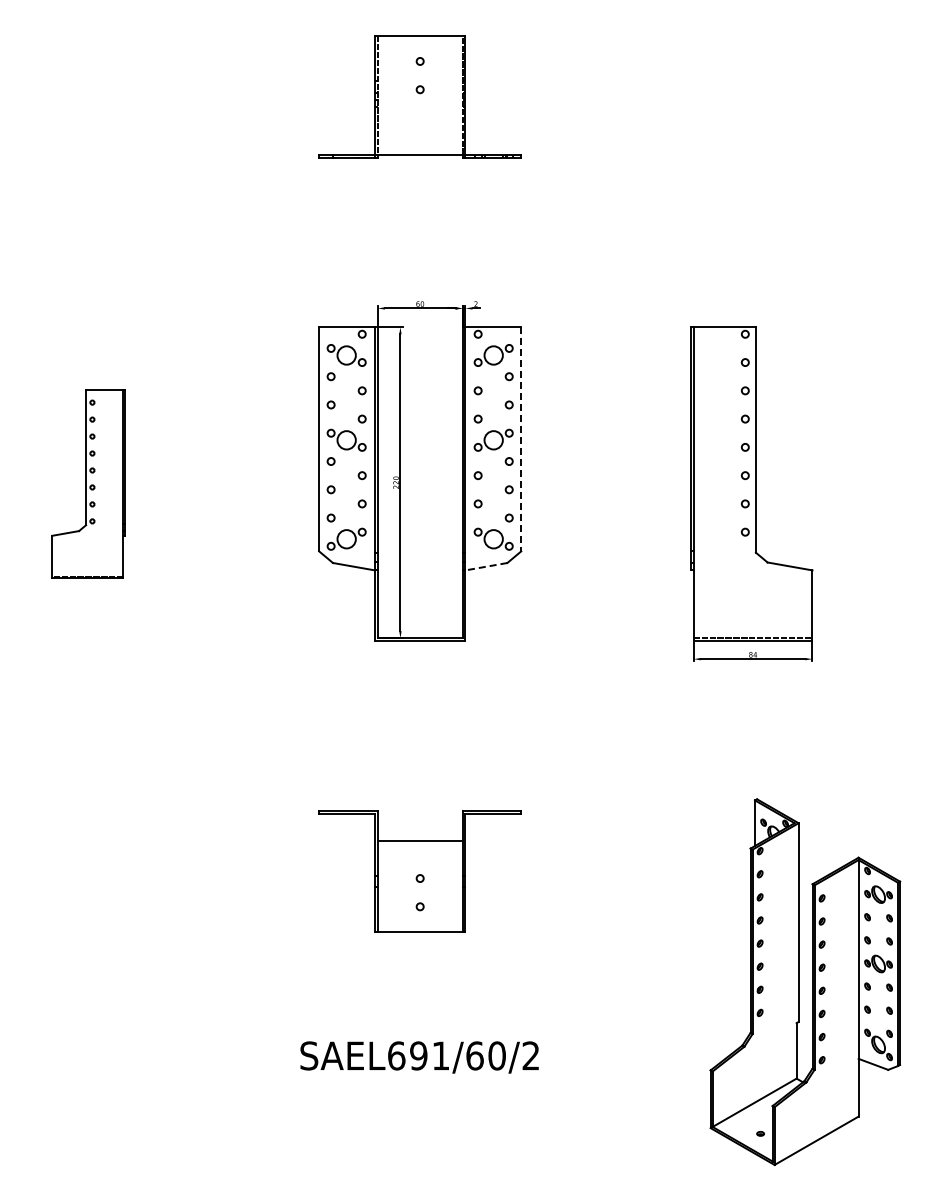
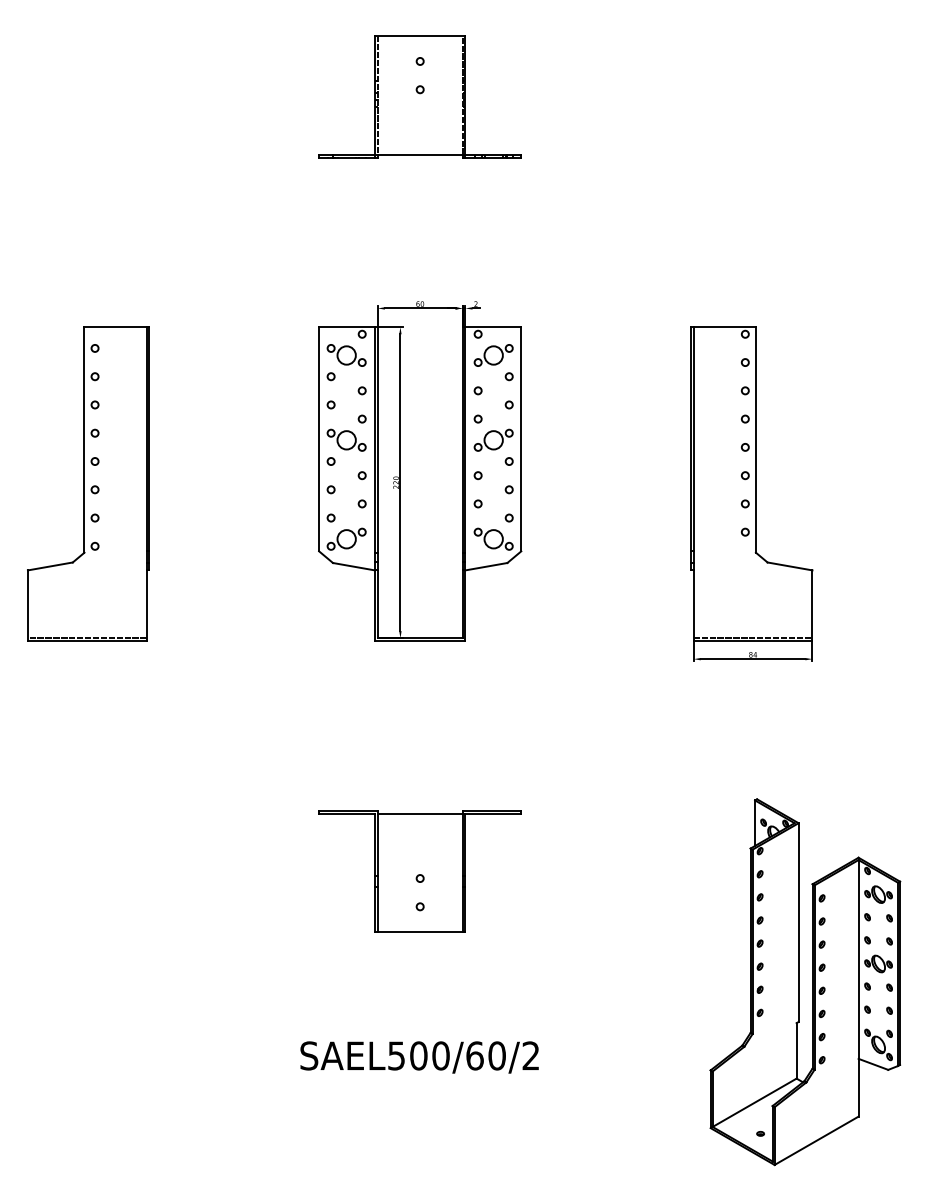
line at (521, 439): dashed -> solid
part at (88, 483) size: 75x190 px -> 123x316 px
line at (485, 566): dashed -> solid
line at (419, 840) position: (419, 840) -> (419, 813)
text at (418, 1055): SAEL691/60/2 -> SAEL500/60/2
